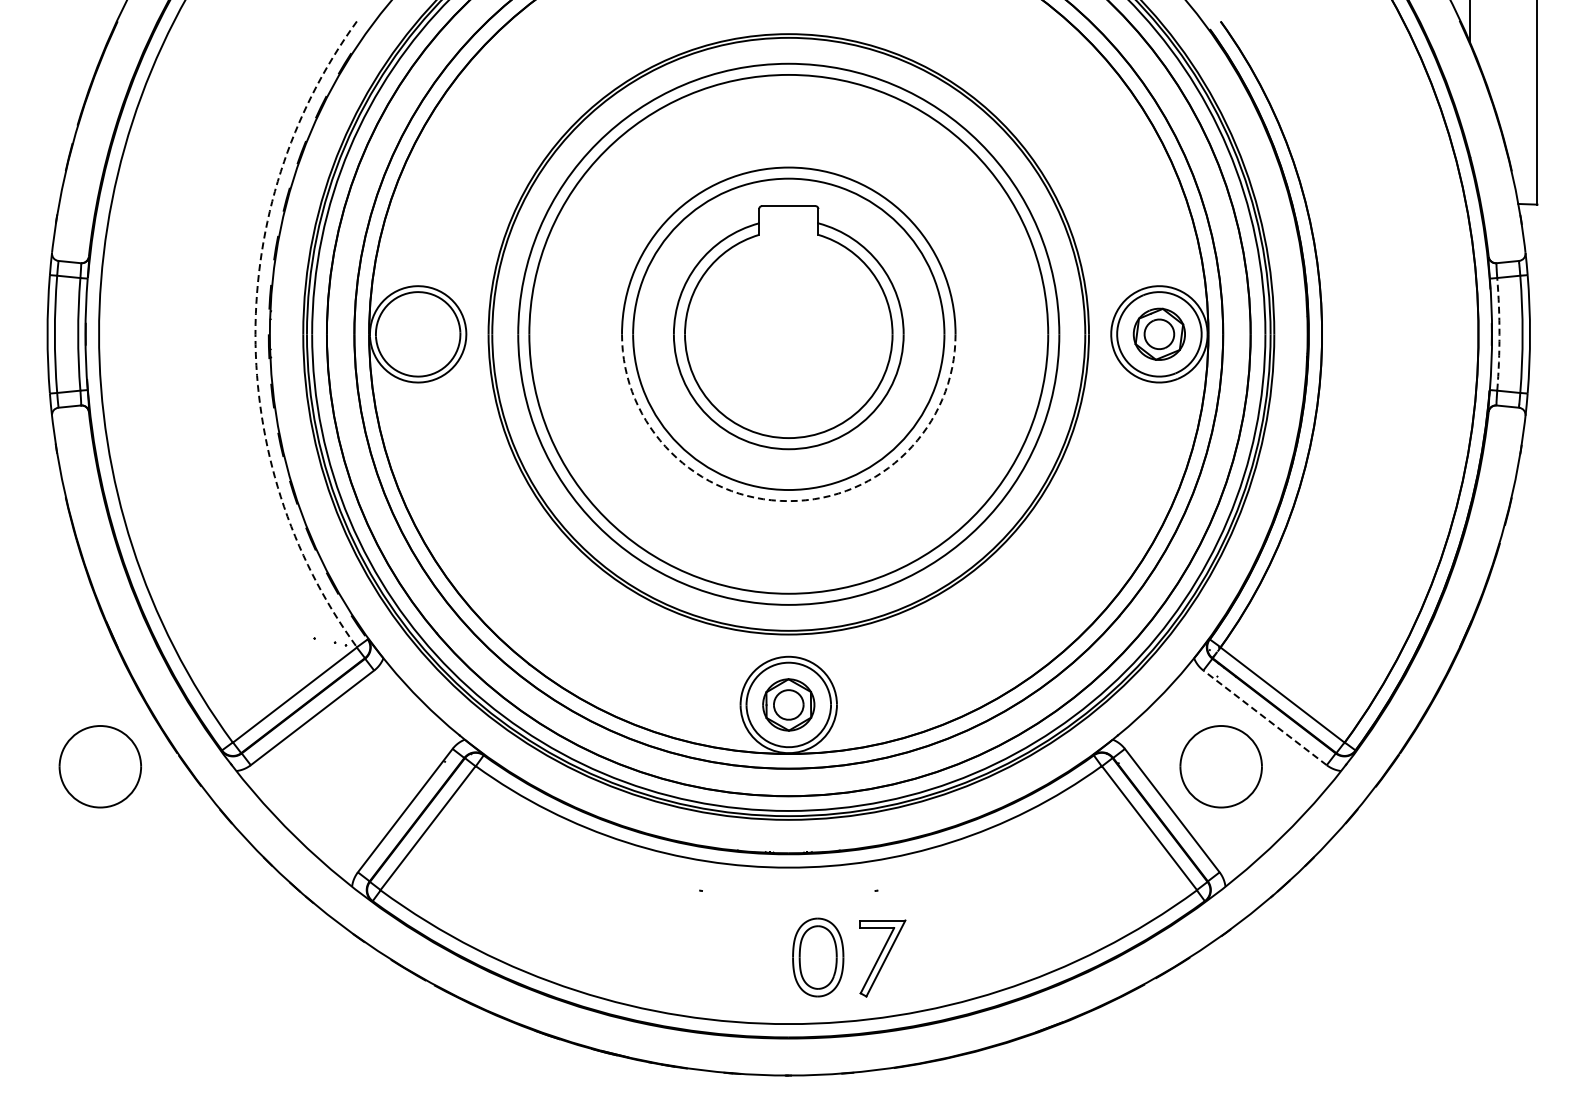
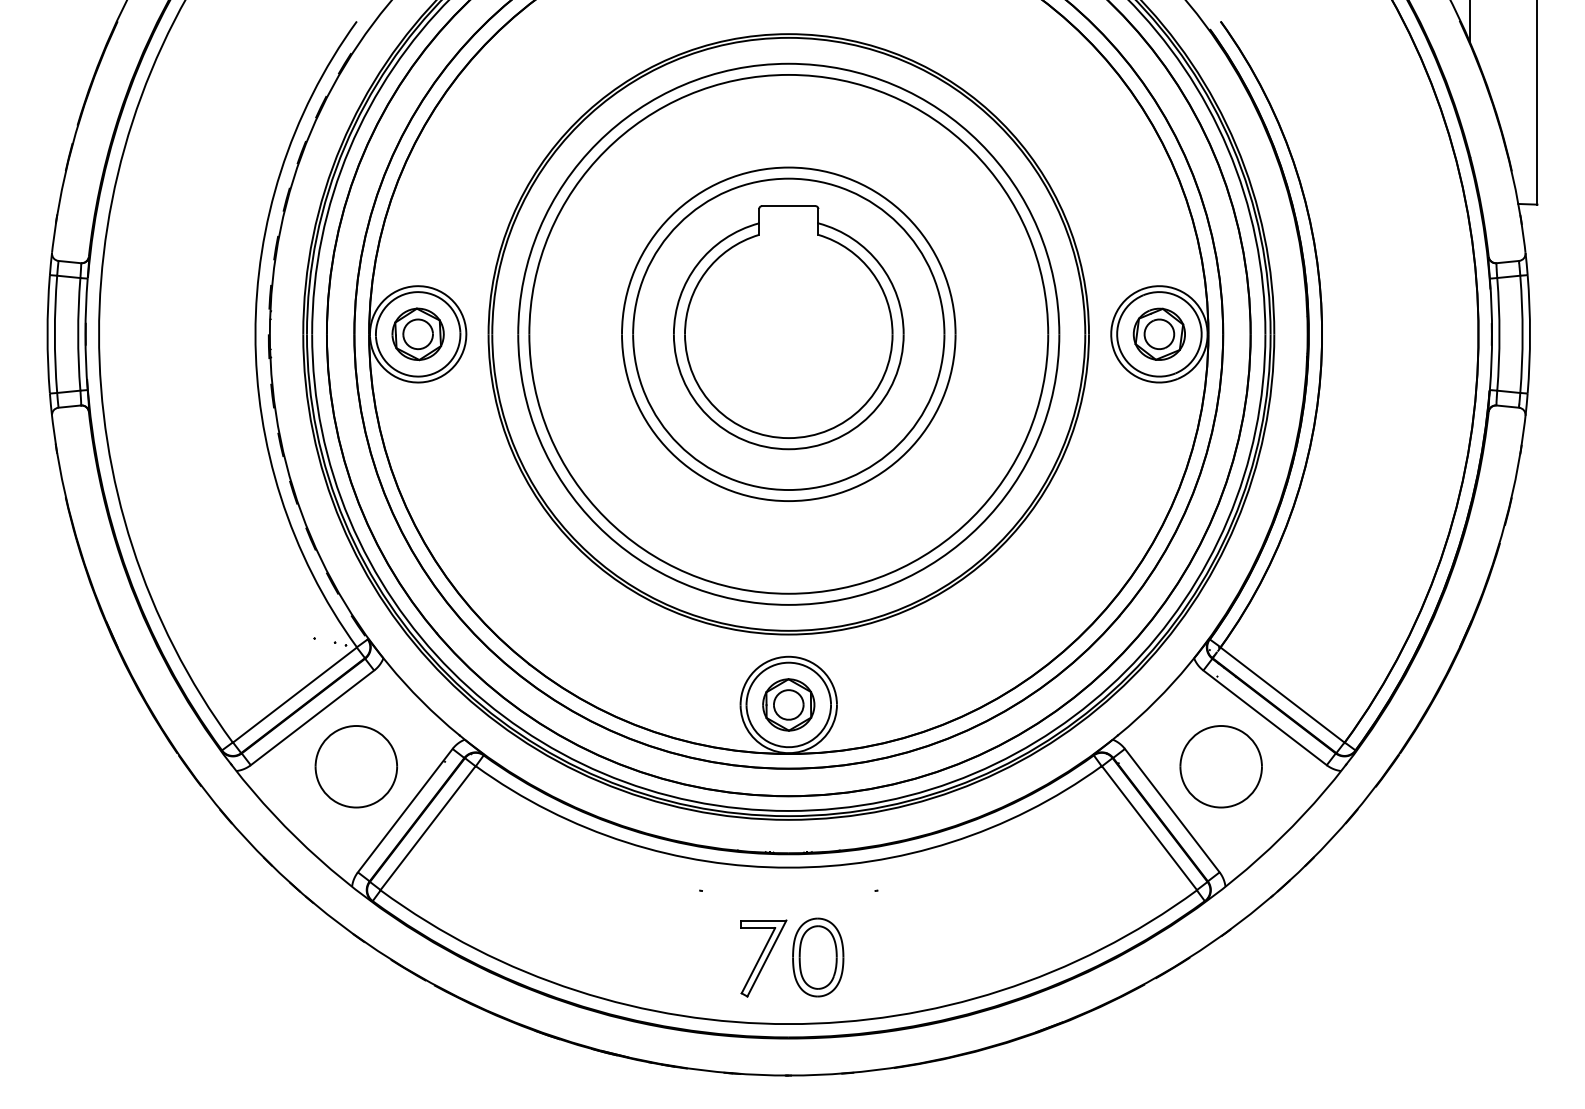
arc at (255, 334): dashed -> solid
part at (417, 334): none -> present
arc at (1499, 334): dashed -> solid
arc at (788, 501): dashed -> solid
line at (1265, 717): dashed -> solid
part at (99, 766) position: (99, 766) -> (355, 766)
part at (882, 958) position: (882, 958) -> (763, 958)
